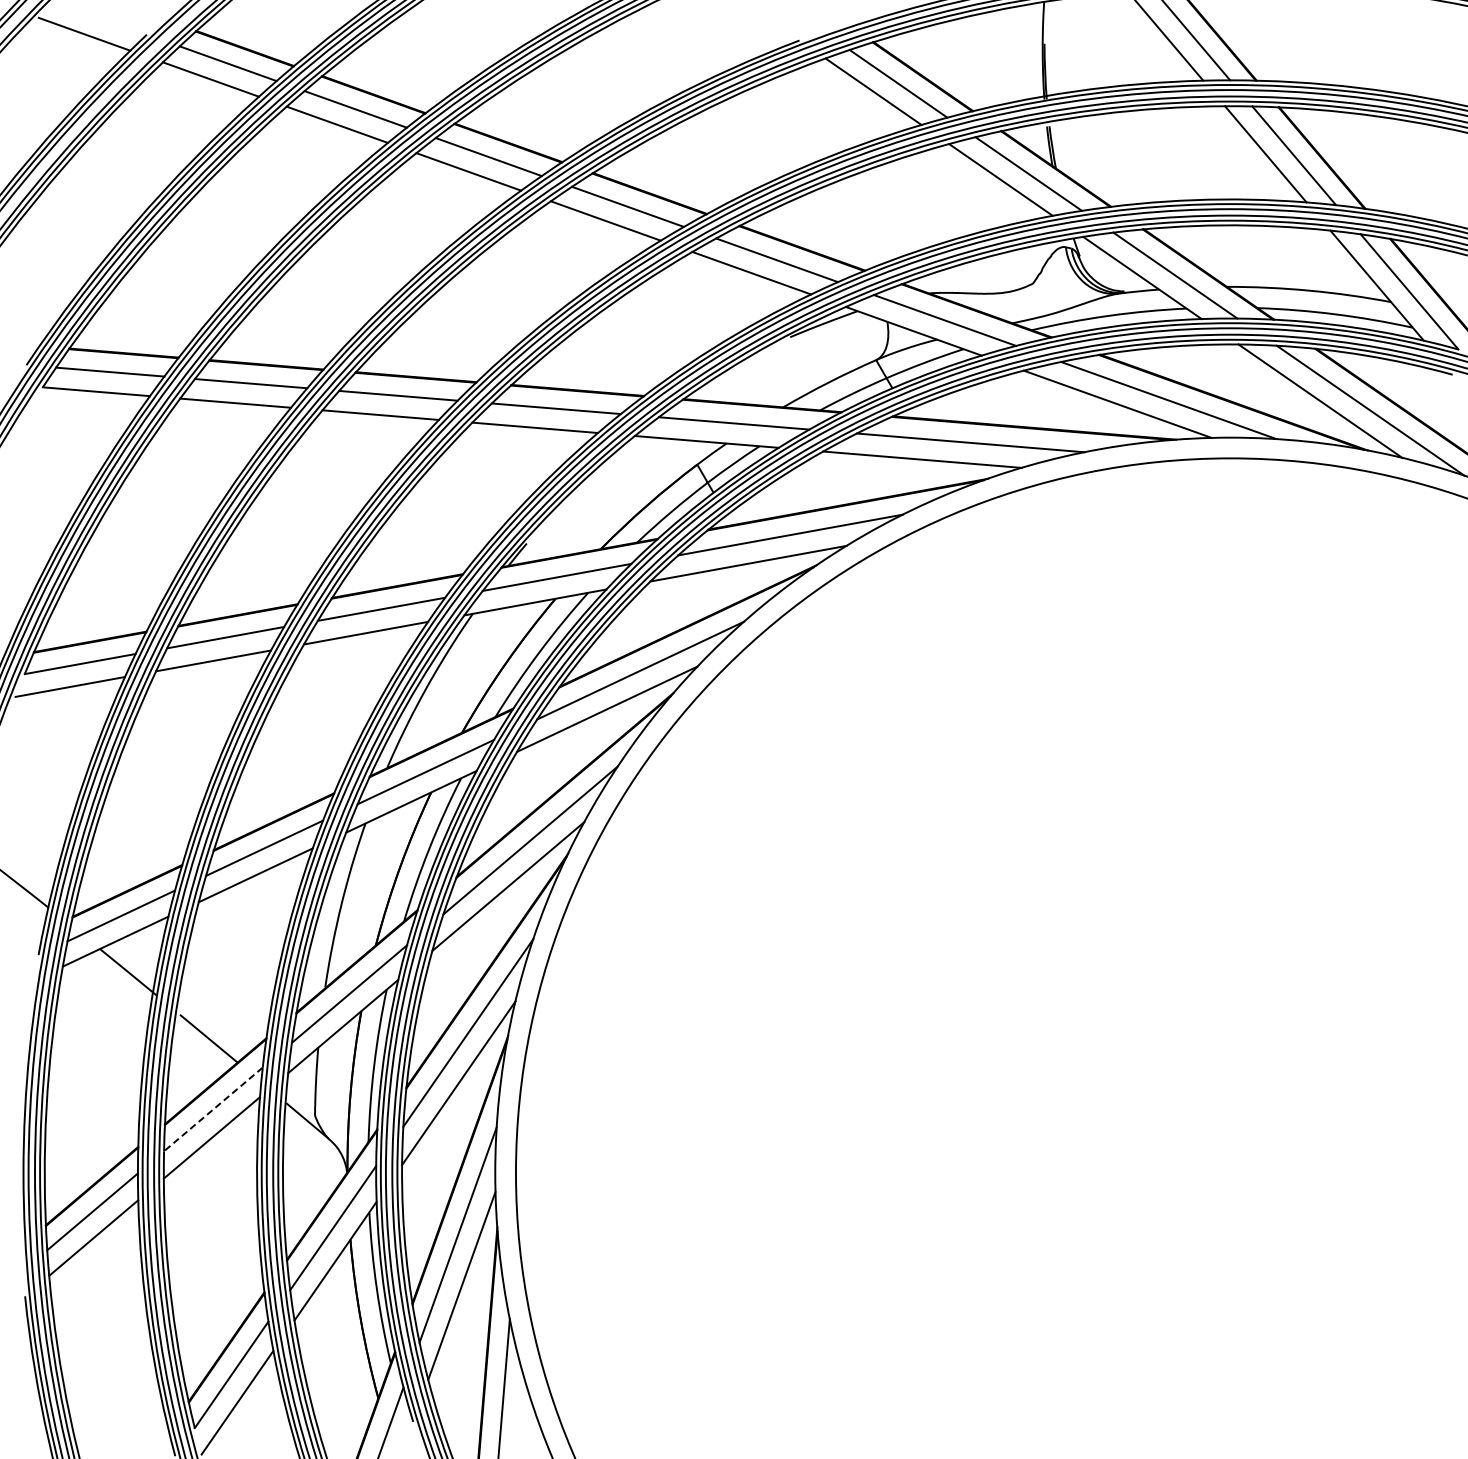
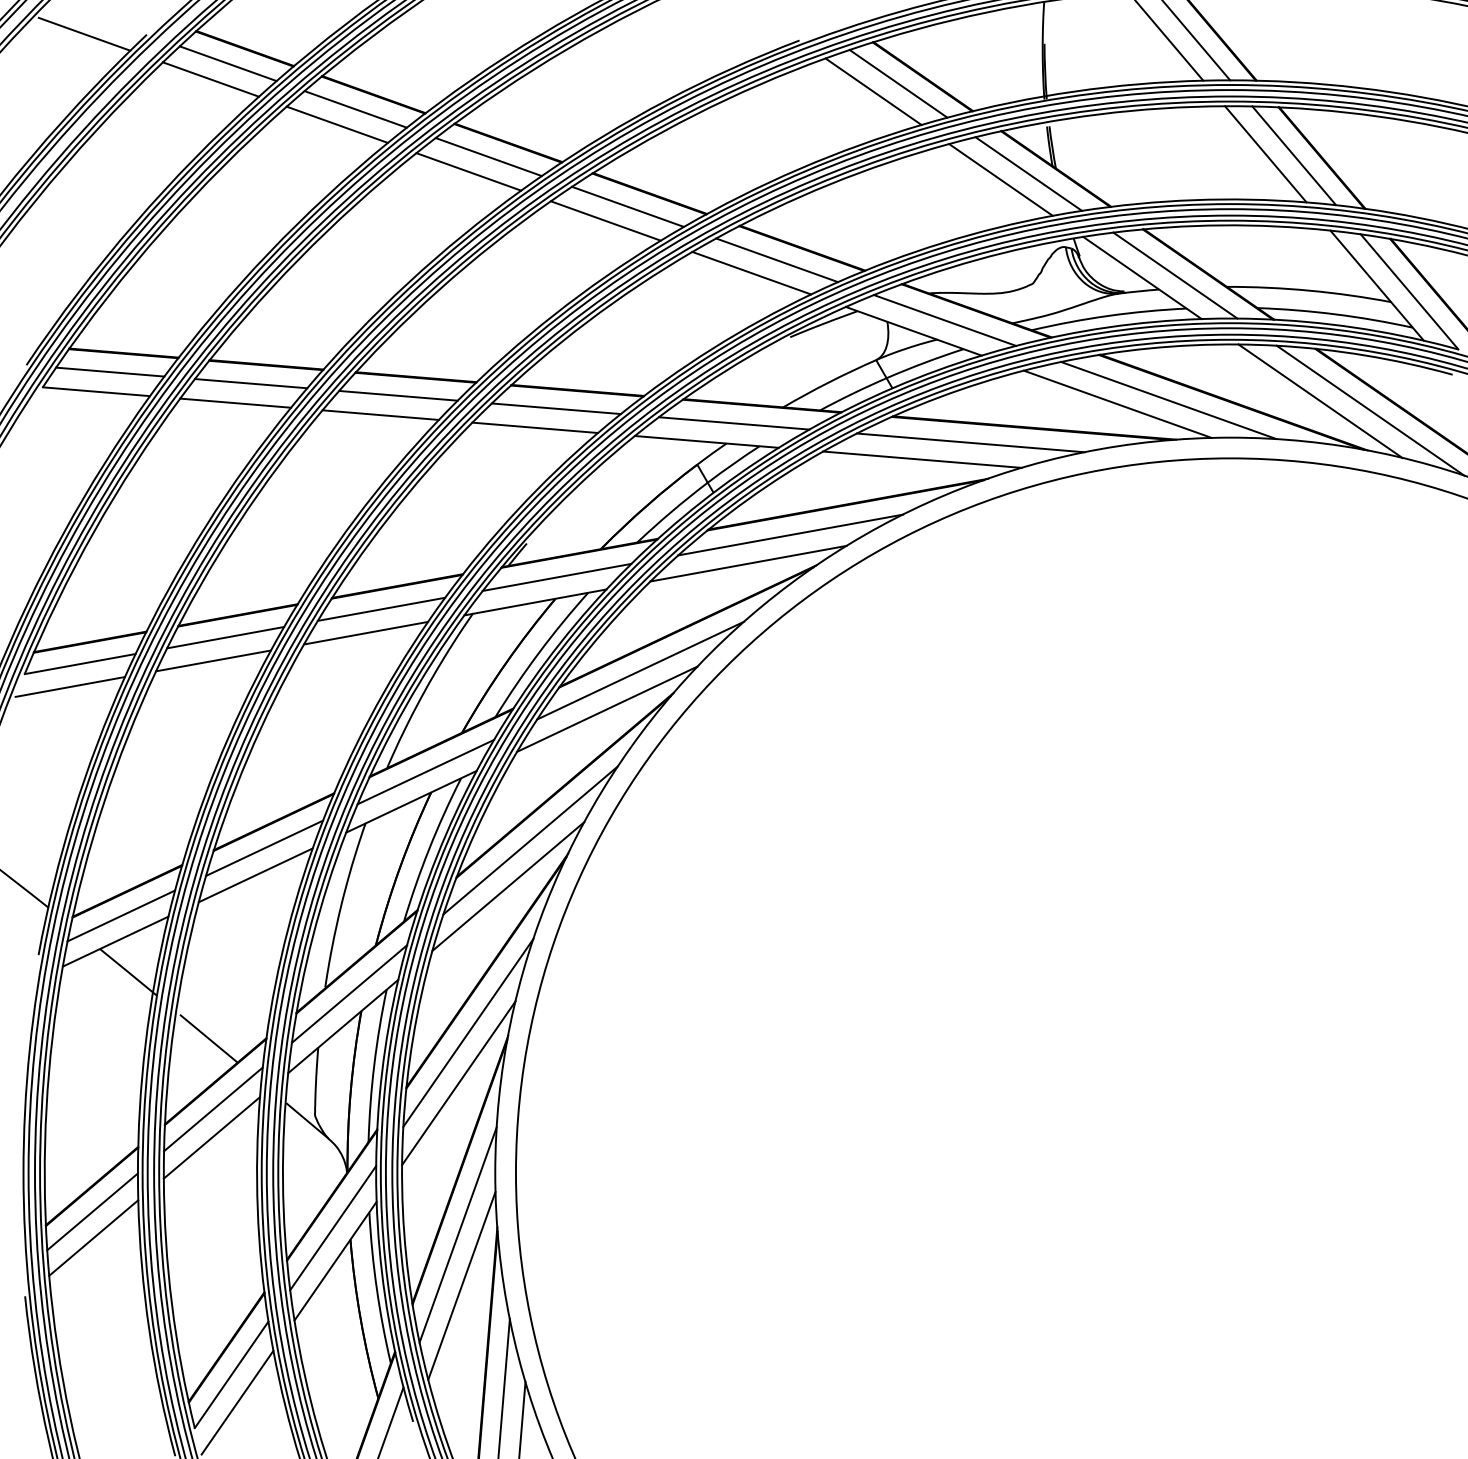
line at (213, 1109): dashed -> solid
line at (522, 1418): none -> present
